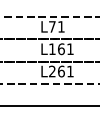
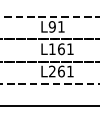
text at (51, 26): L71 -> L91
